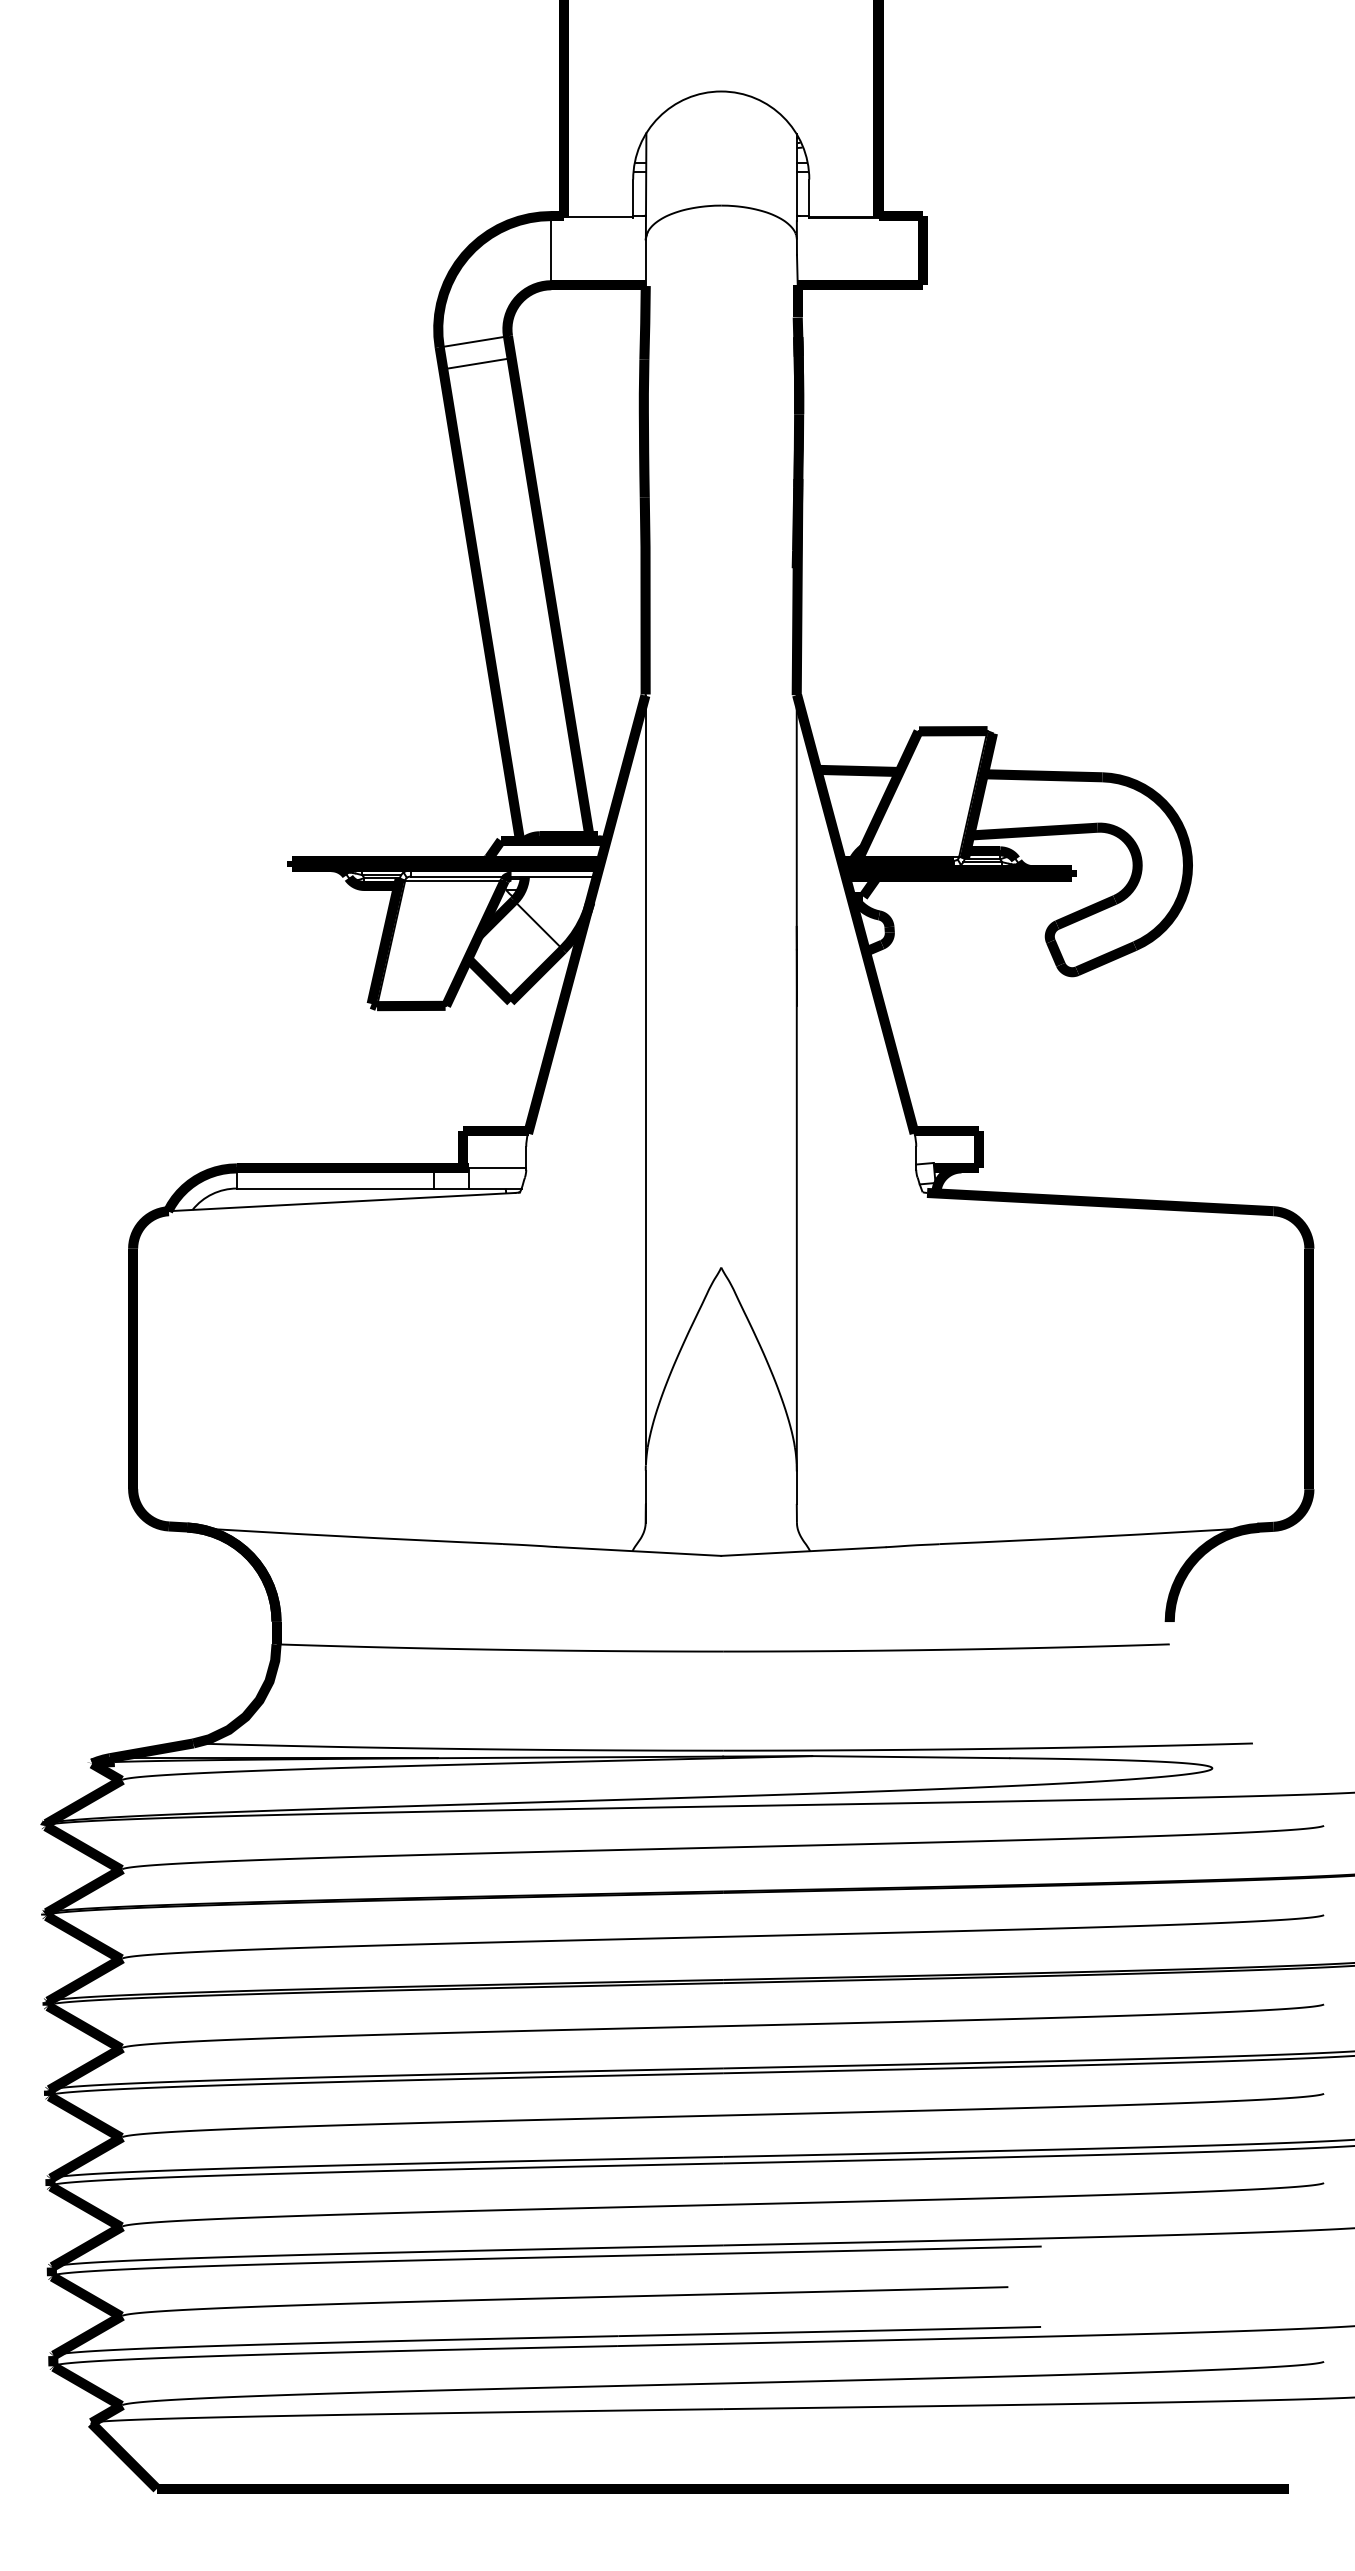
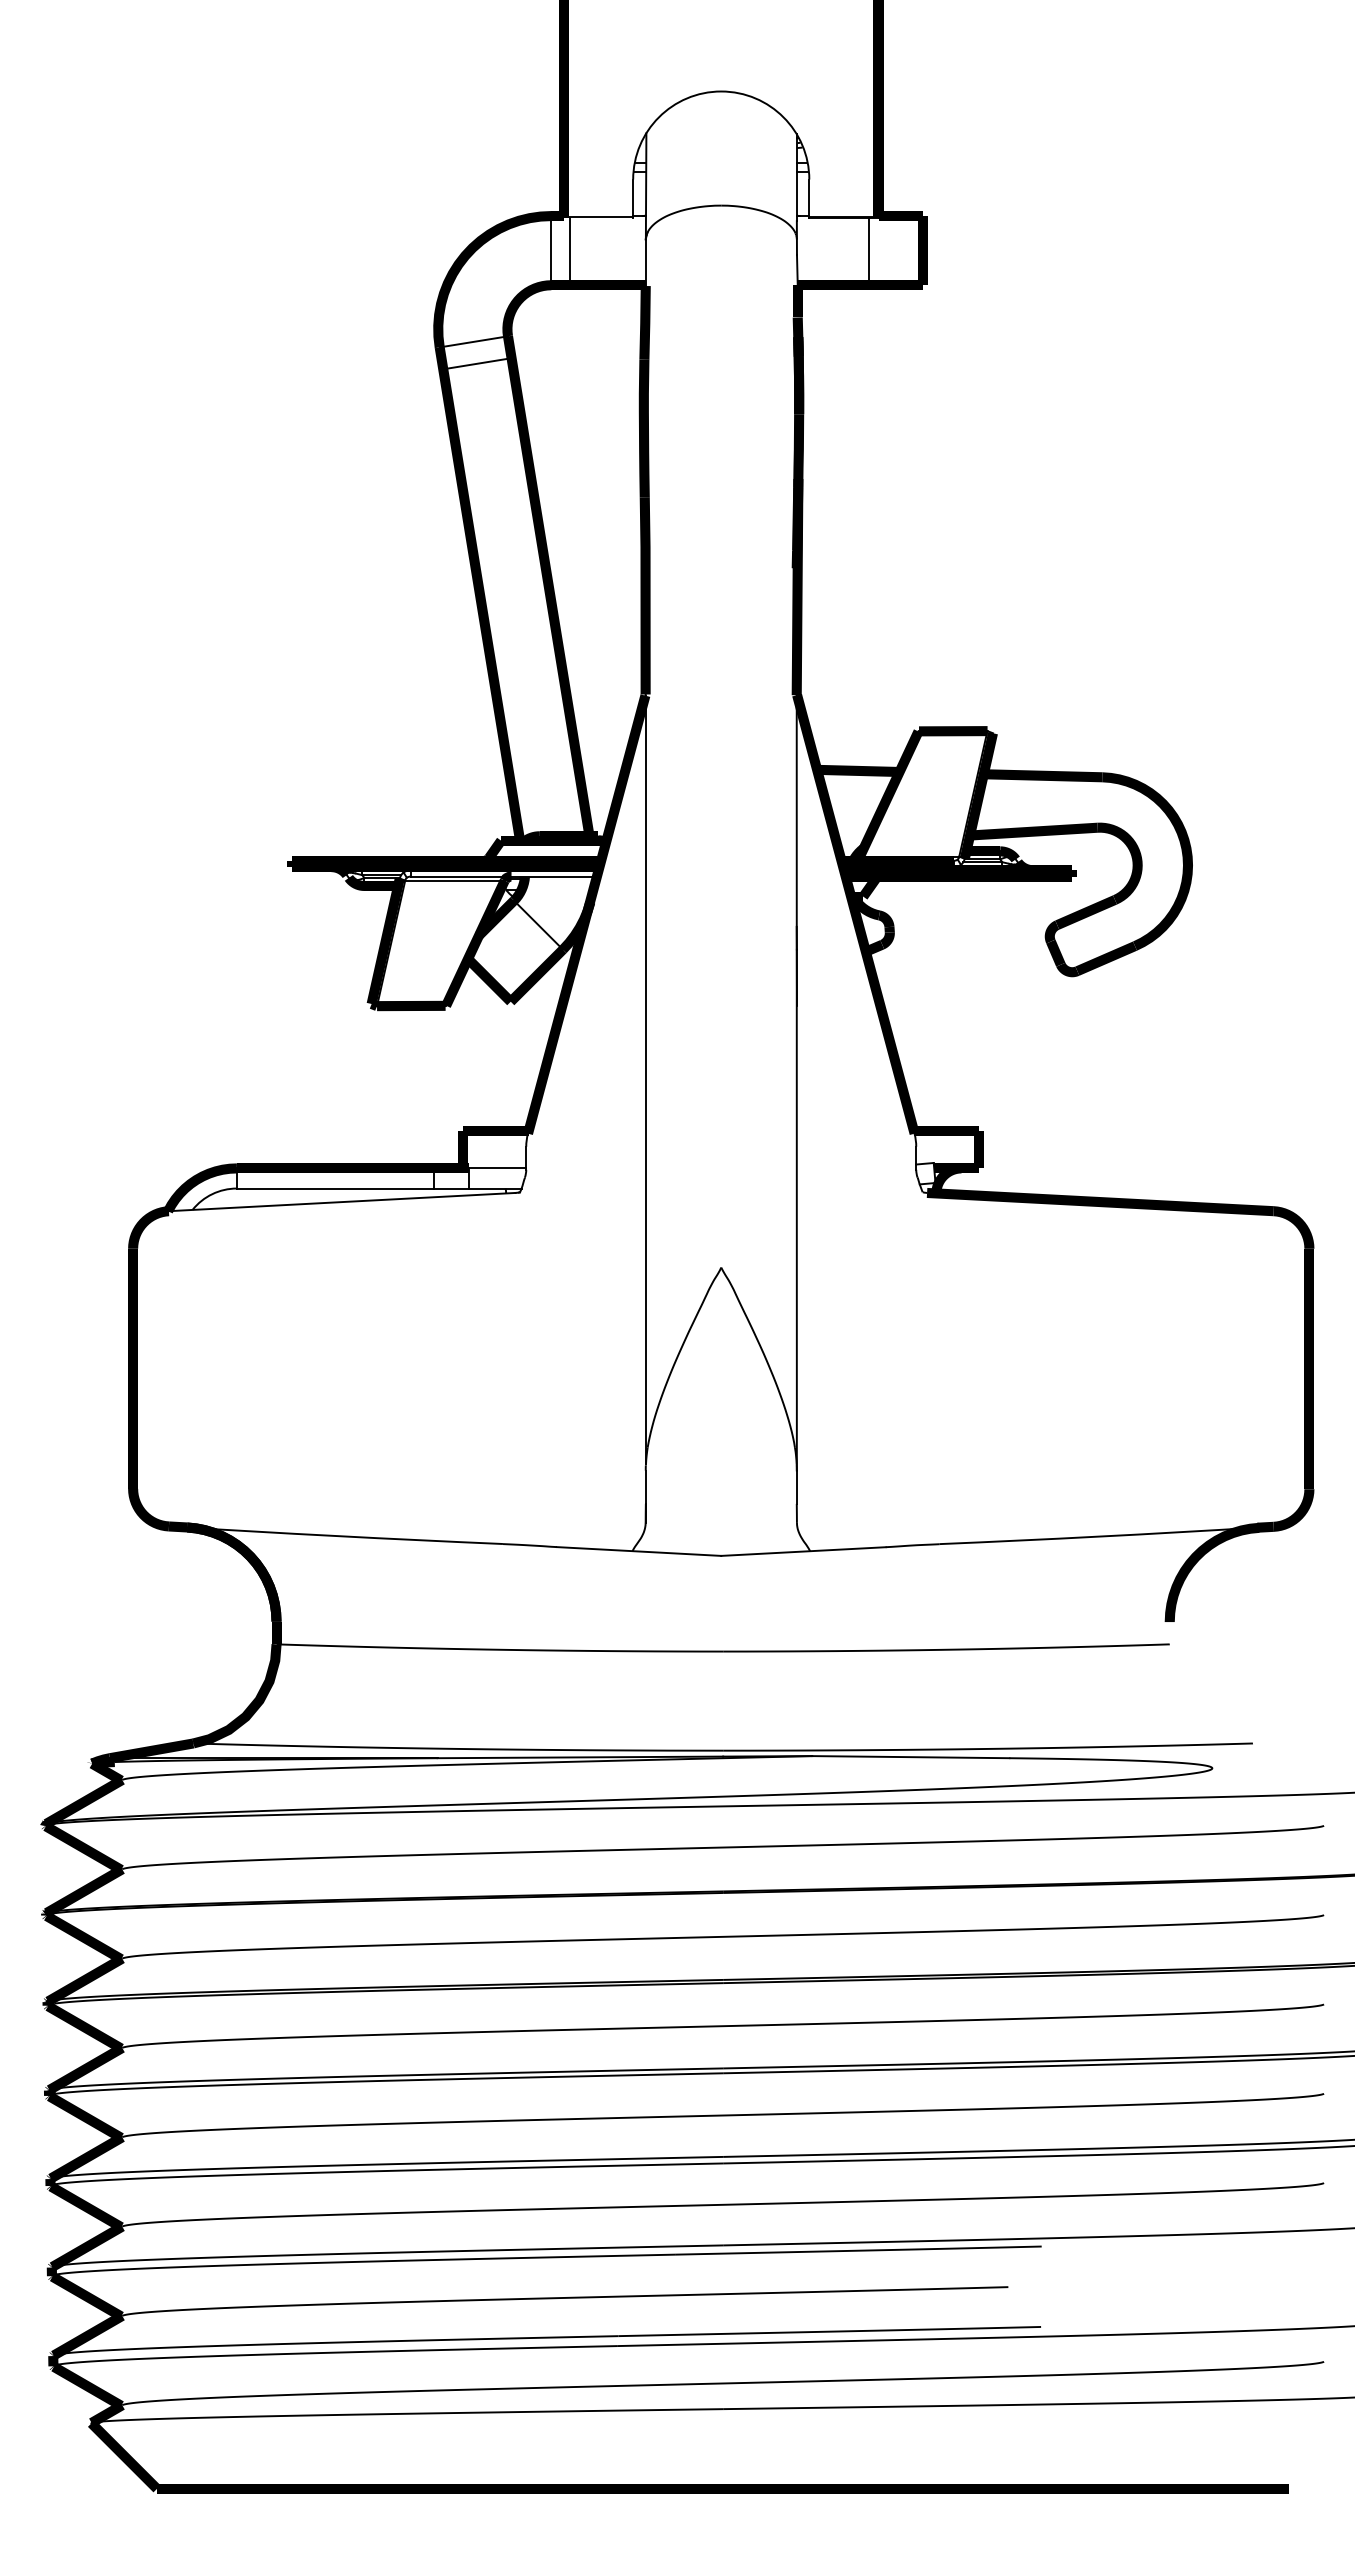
line at (570, 251): none -> present
line at (868, 251): none -> present
